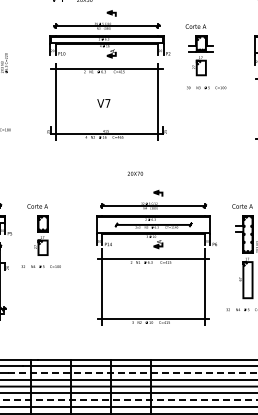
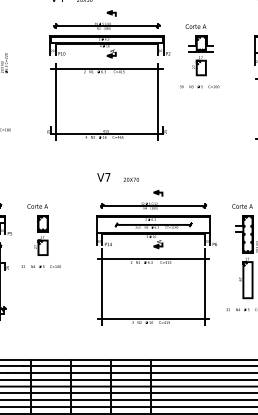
text at (206, 87) position: (206, 87) -> (199, 86)
text at (103, 103) position: (103, 103) -> (103, 177)
text at (134, 173) position: (134, 173) -> (130, 179)
line at (132, 373): dashed -> solid
line at (129, 400): dashed -> solid
